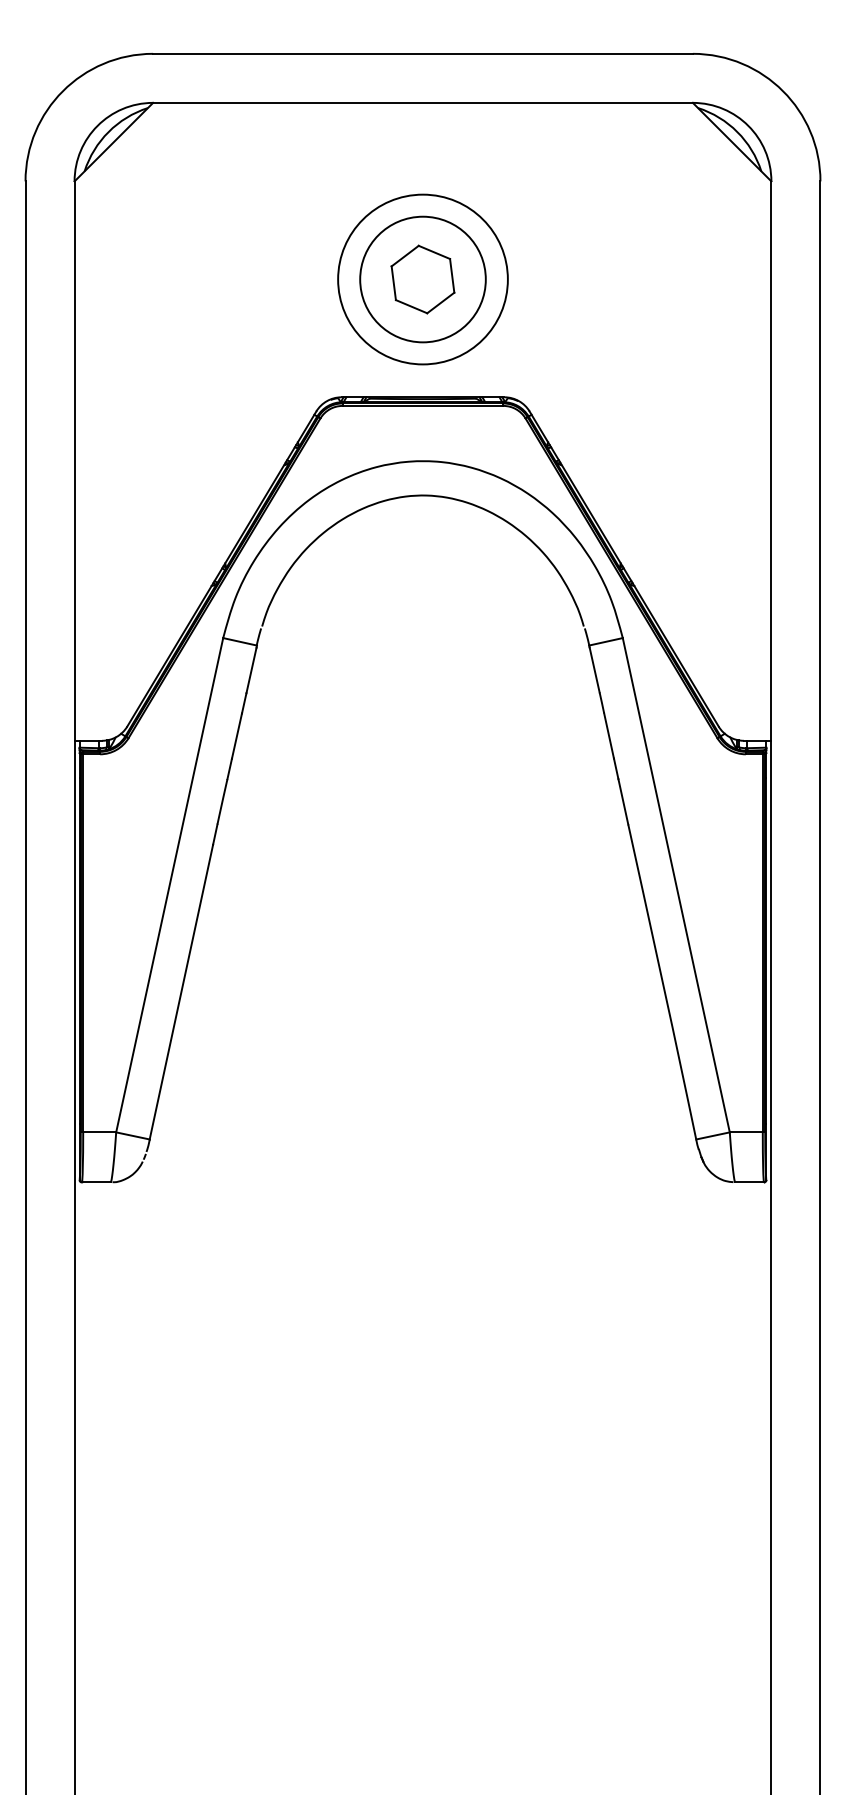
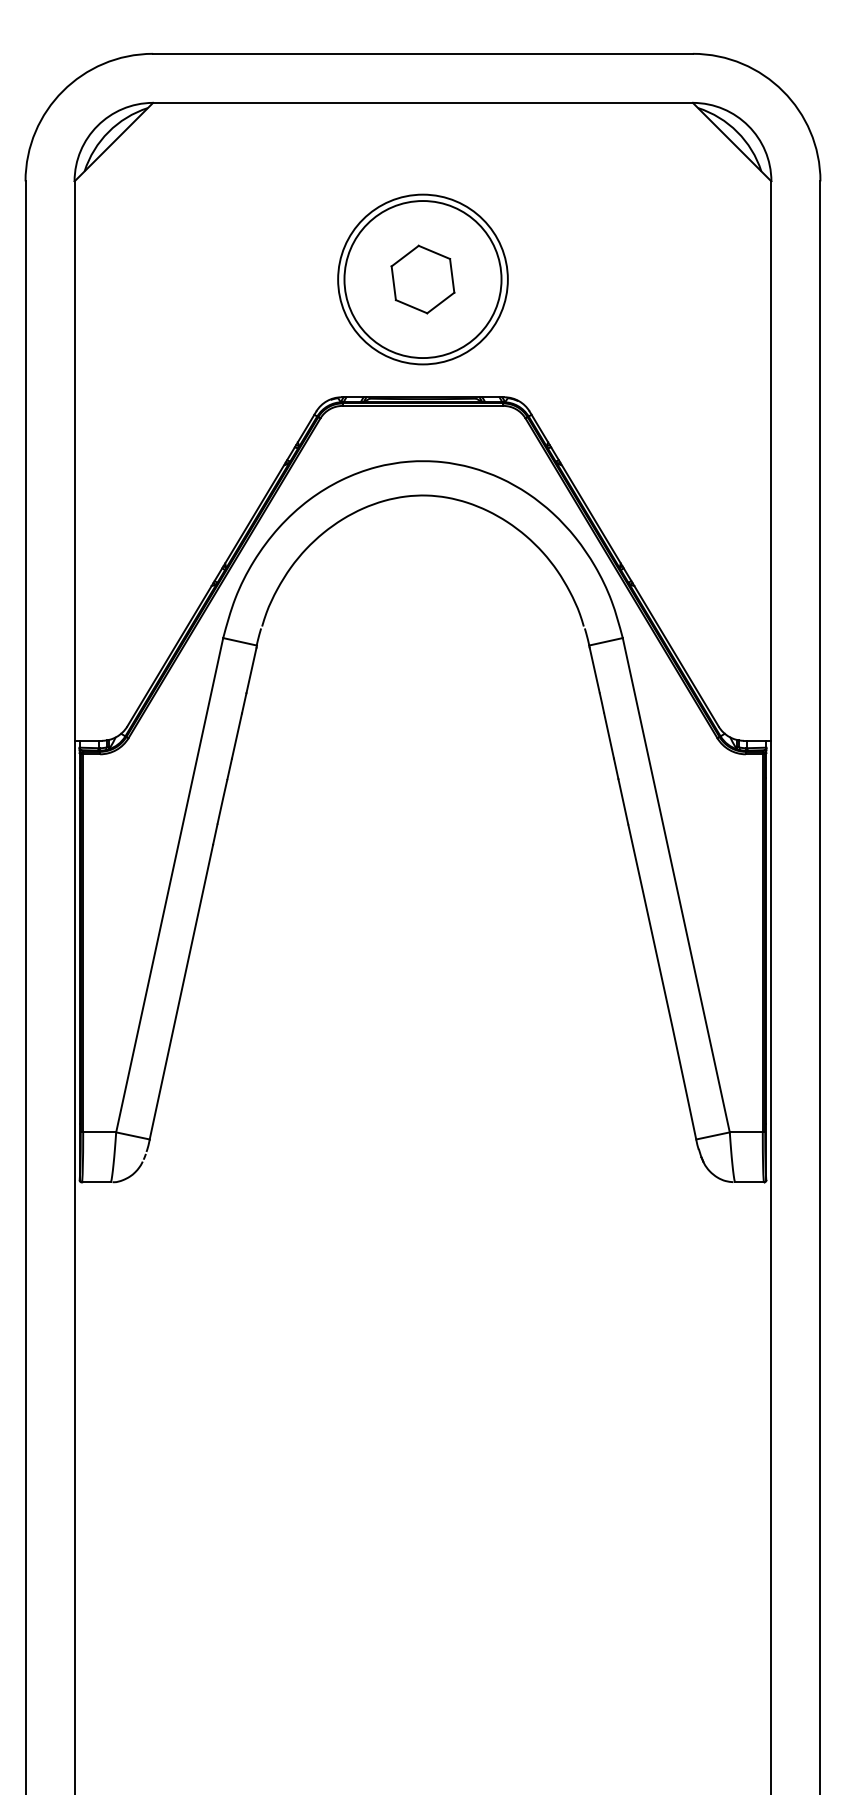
circle at (422, 279) diameter: 126 px -> 157 px
